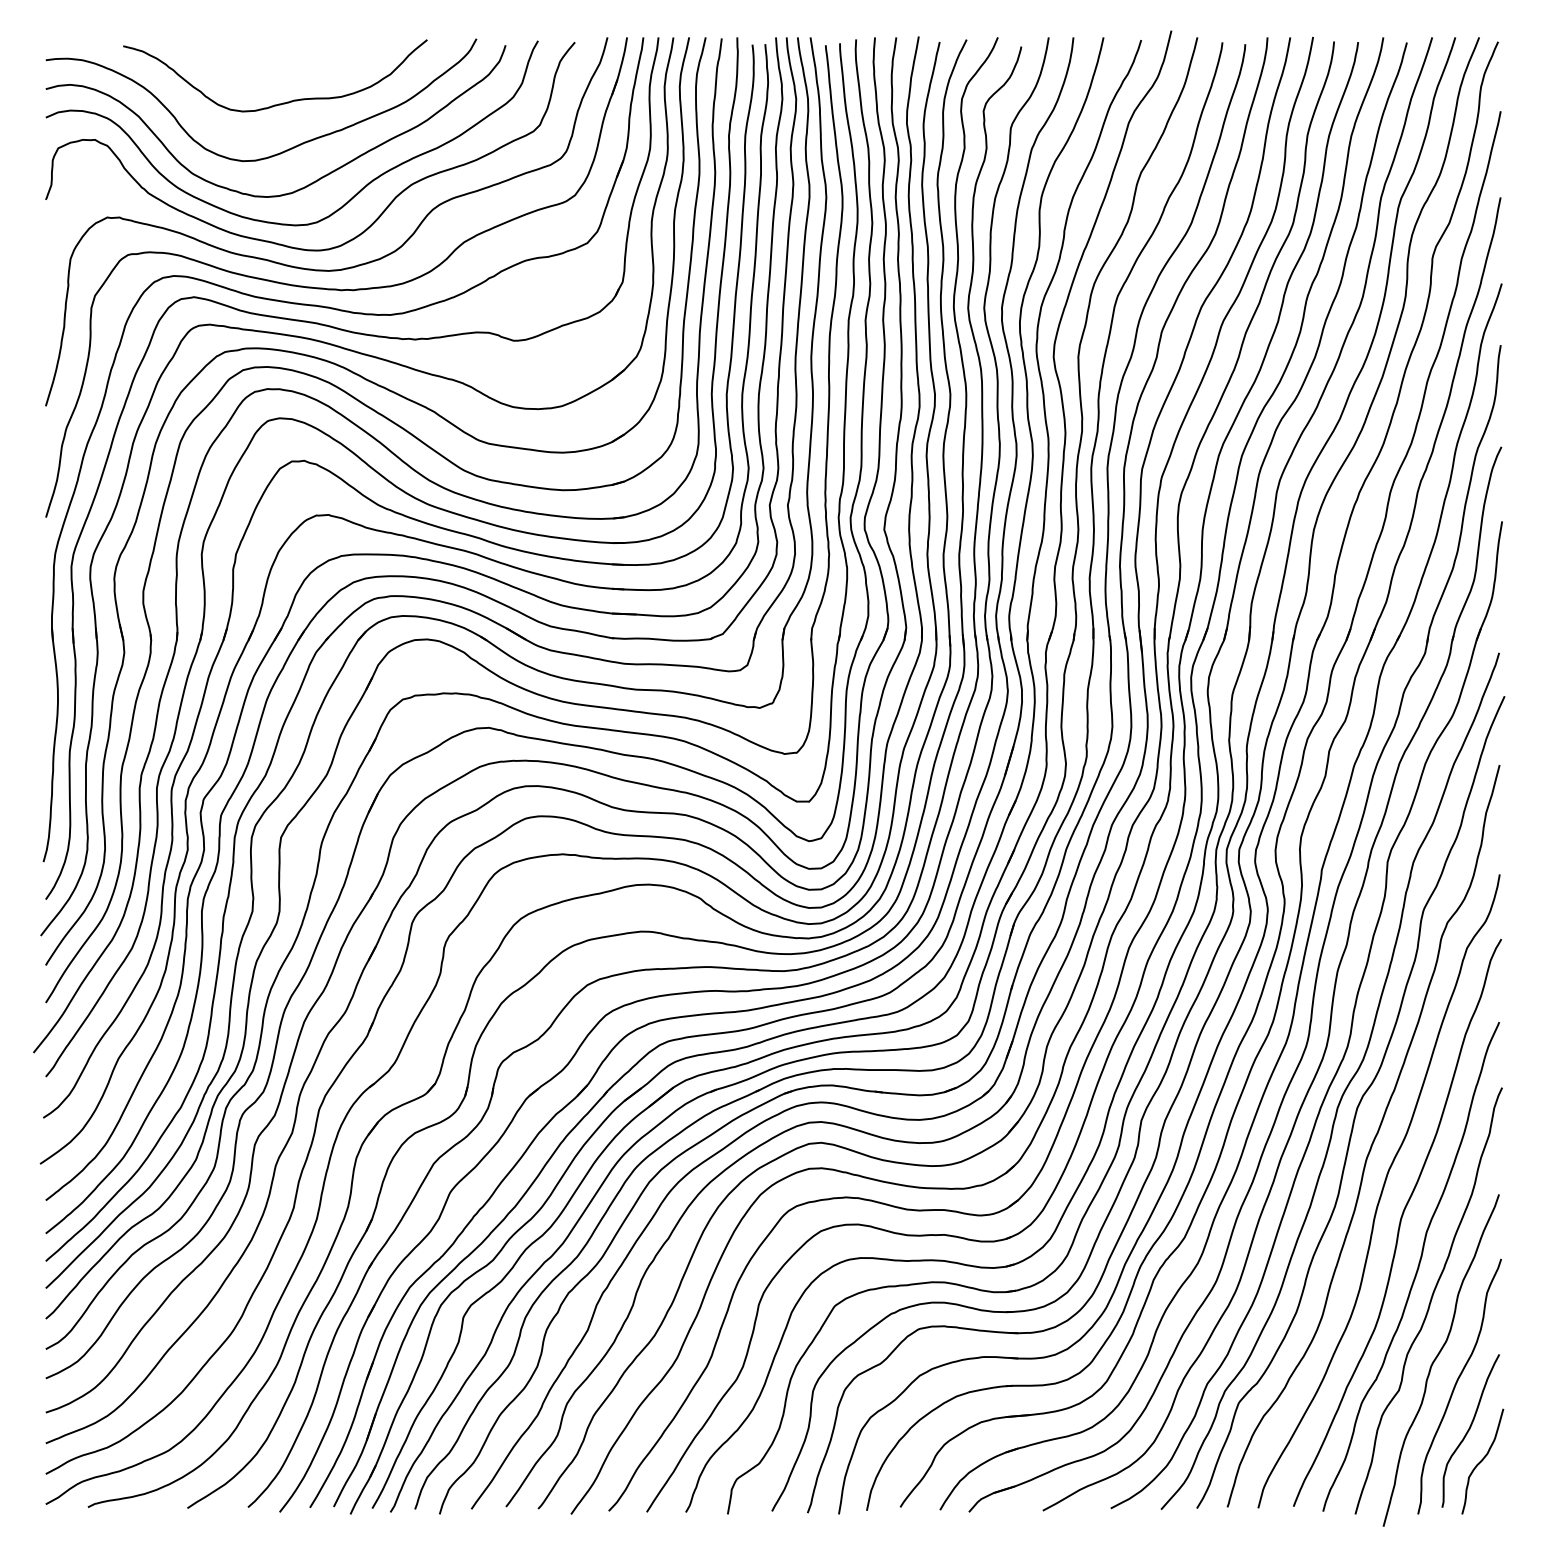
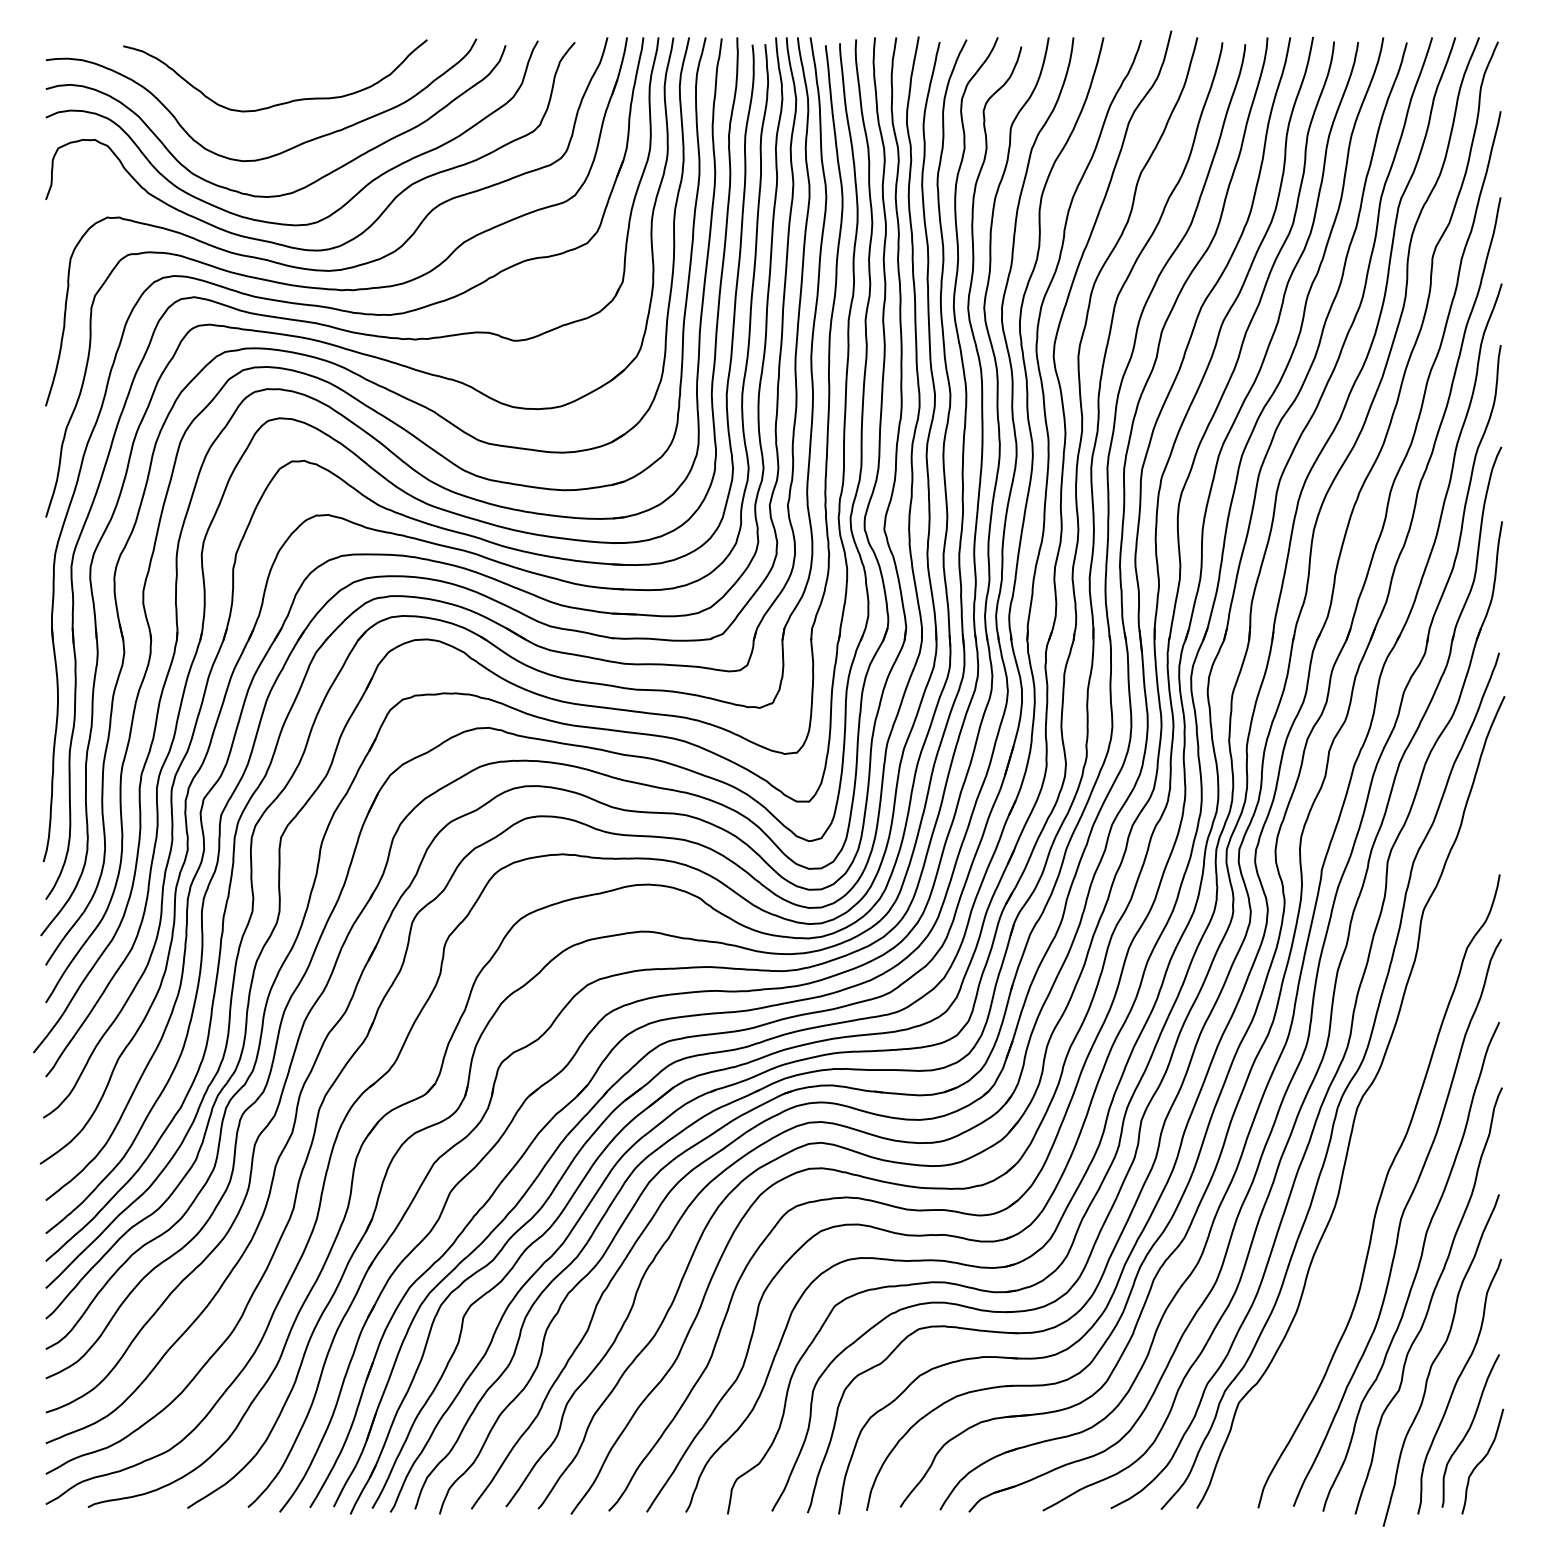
curve at (1373, 1138): present -> none
